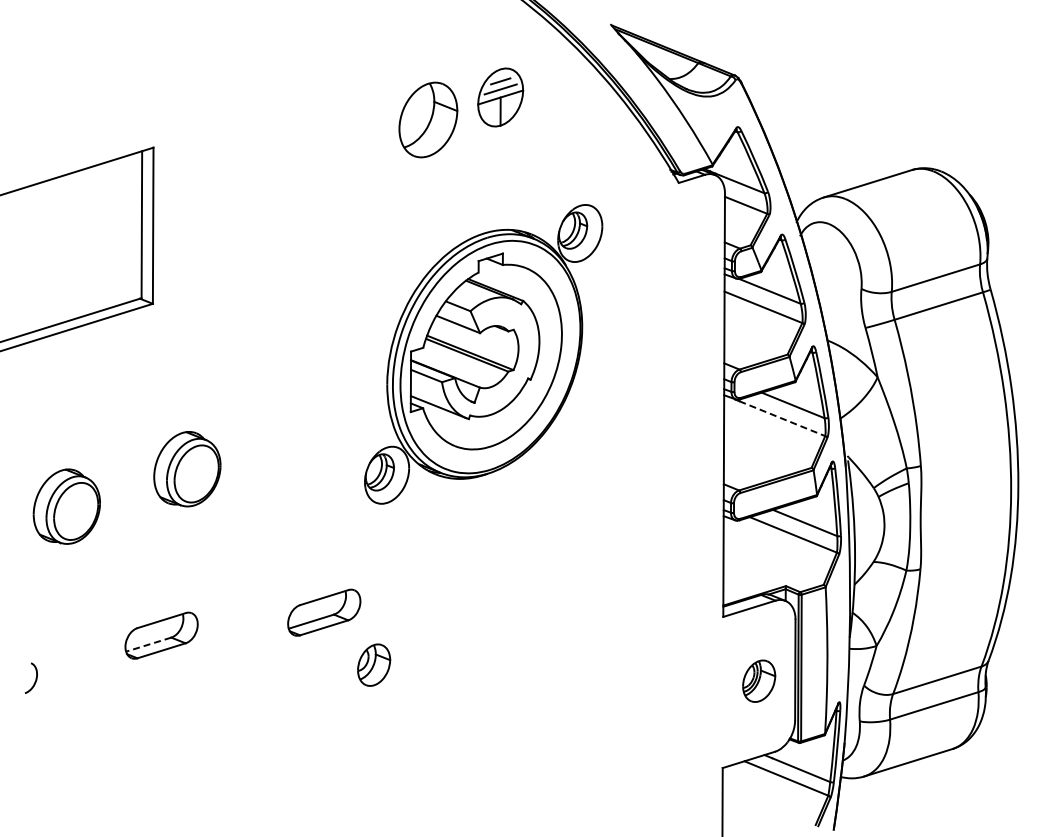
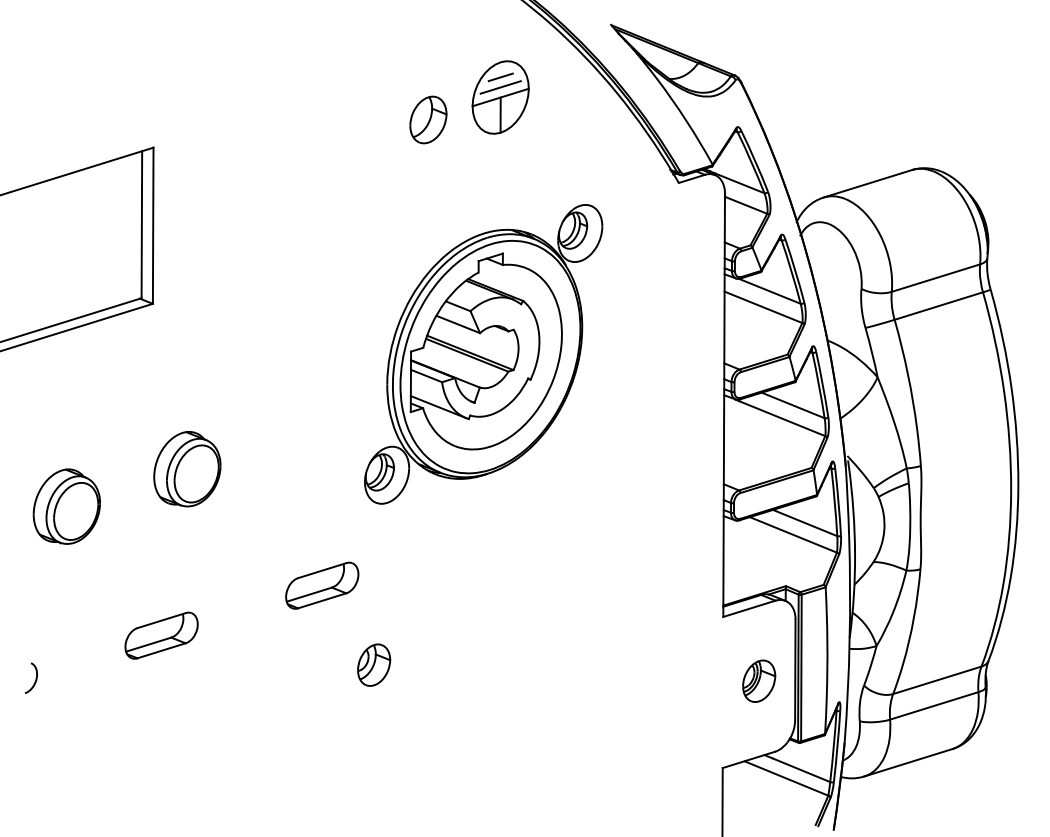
part at (500, 97) size: 48x61 px -> 59x75 px
part at (428, 119) size: 61x78 px -> 39x50 px
line at (782, 418): dashed -> solid
part at (324, 612) position: (324, 612) -> (322, 585)
line at (148, 644): dashed -> solid
